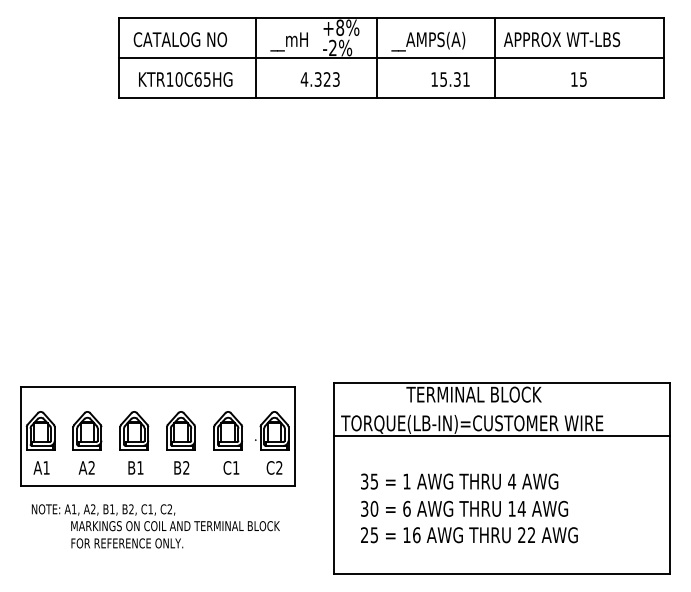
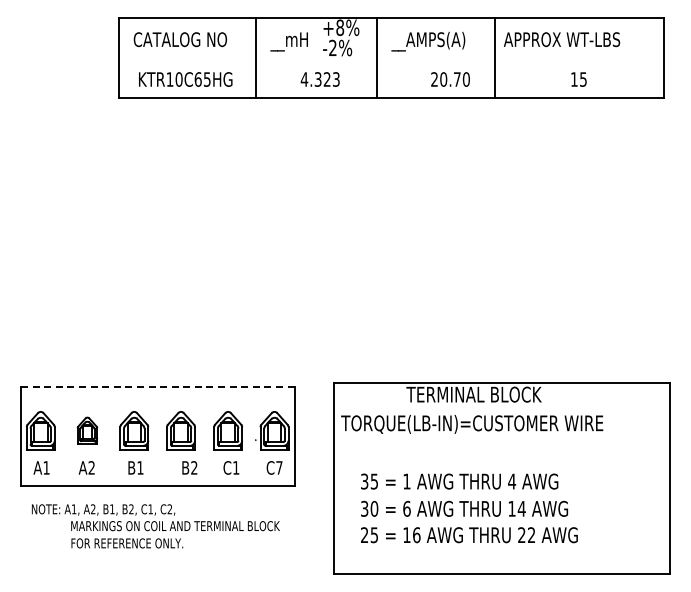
line at (391, 58): present -> none
text at (450, 79): 15.31 -> 20.70
line at (157, 387): solid -> dashed
part at (87, 430) size: 31x40 px -> 23x29 px
line at (501, 436): present -> none
text at (181, 467) position: (181, 467) -> (189, 467)
text at (279, 467): C2 -> C7
